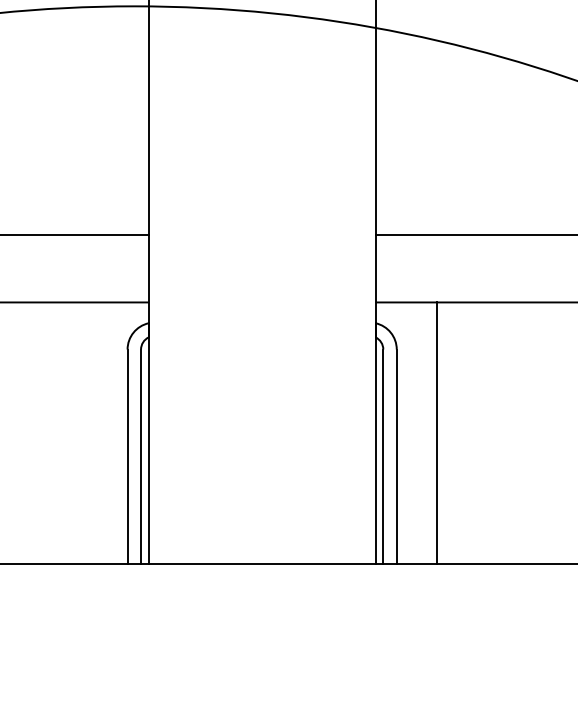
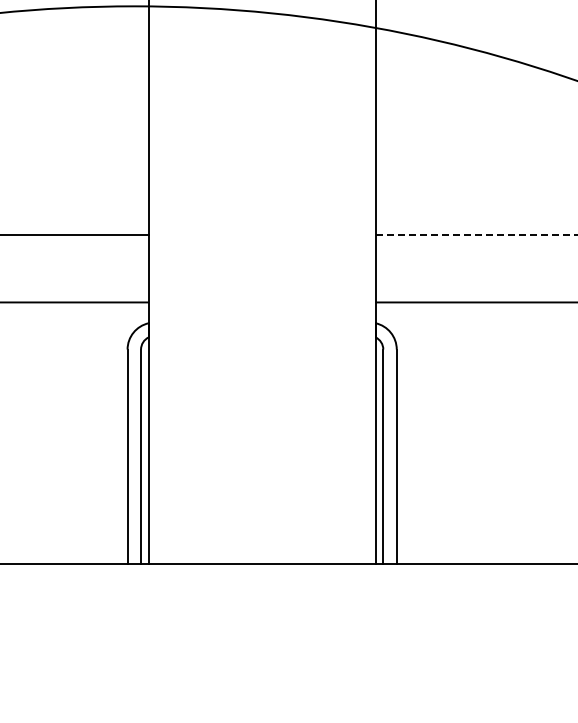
line at (476, 235): solid -> dashed
line at (437, 433): present -> none
